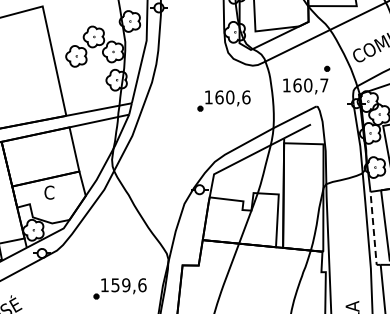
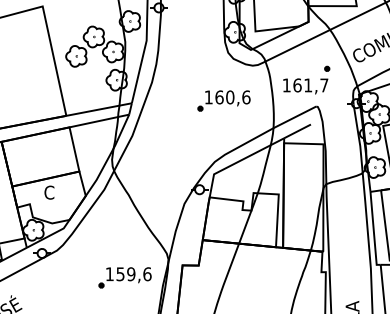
text at (308, 85): 160,7 -> 161,7
line at (373, 230): dashed -> solid
part at (119, 288) position: (119, 288) -> (124, 277)
